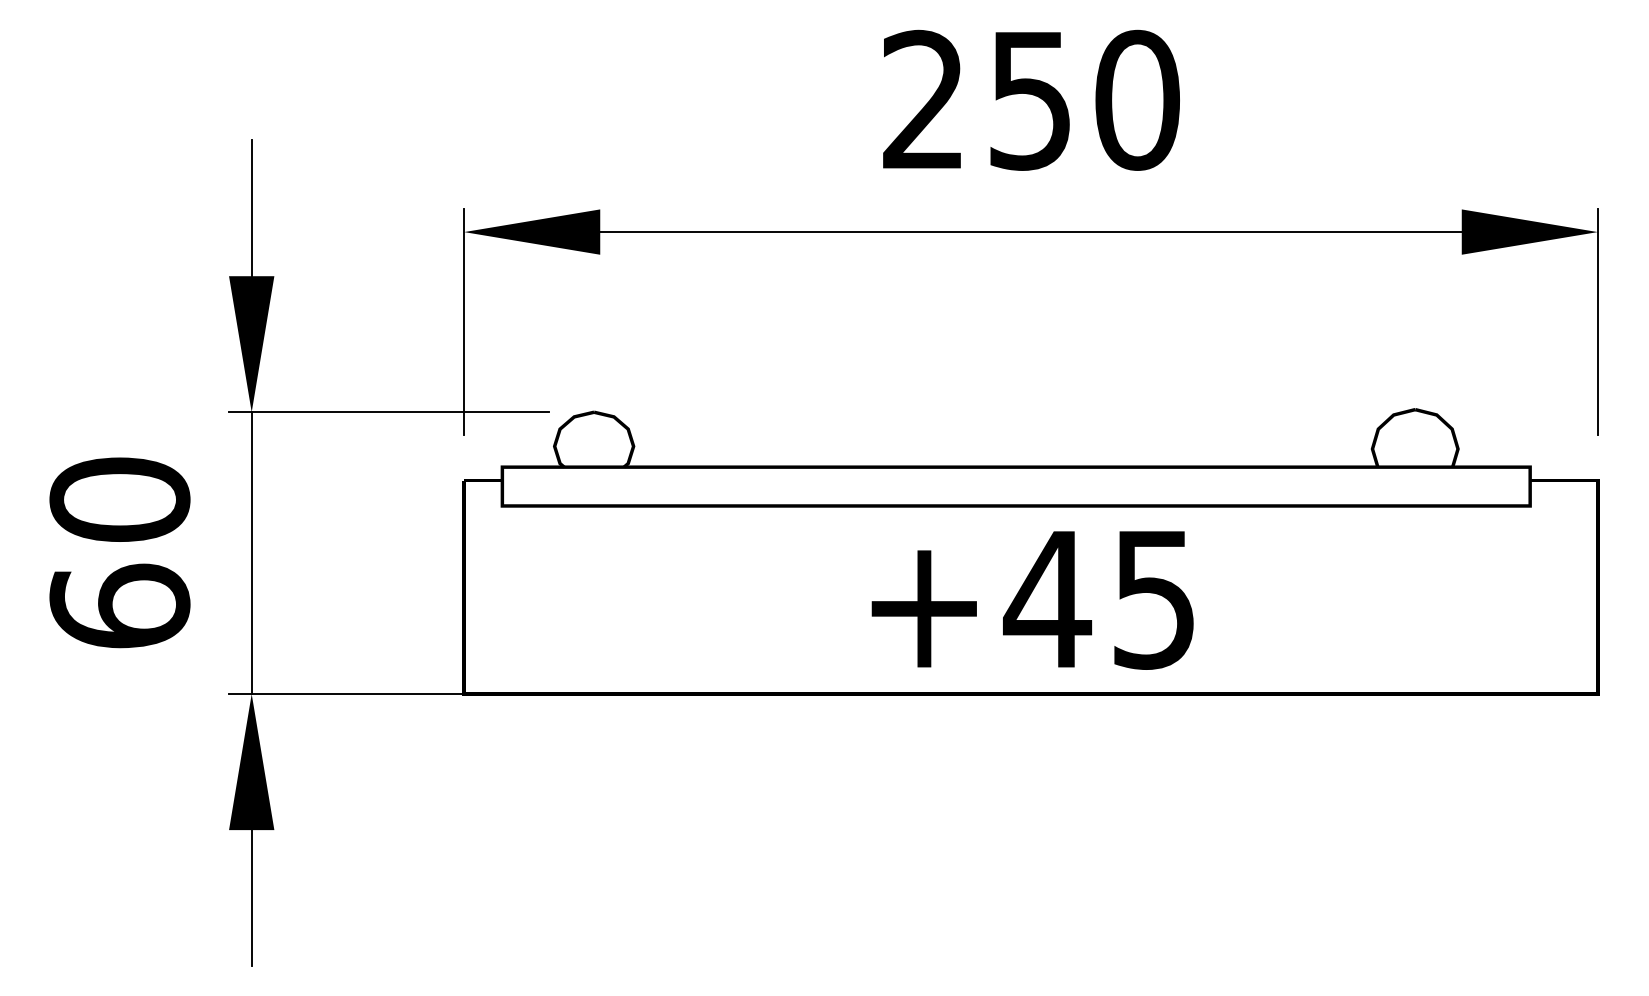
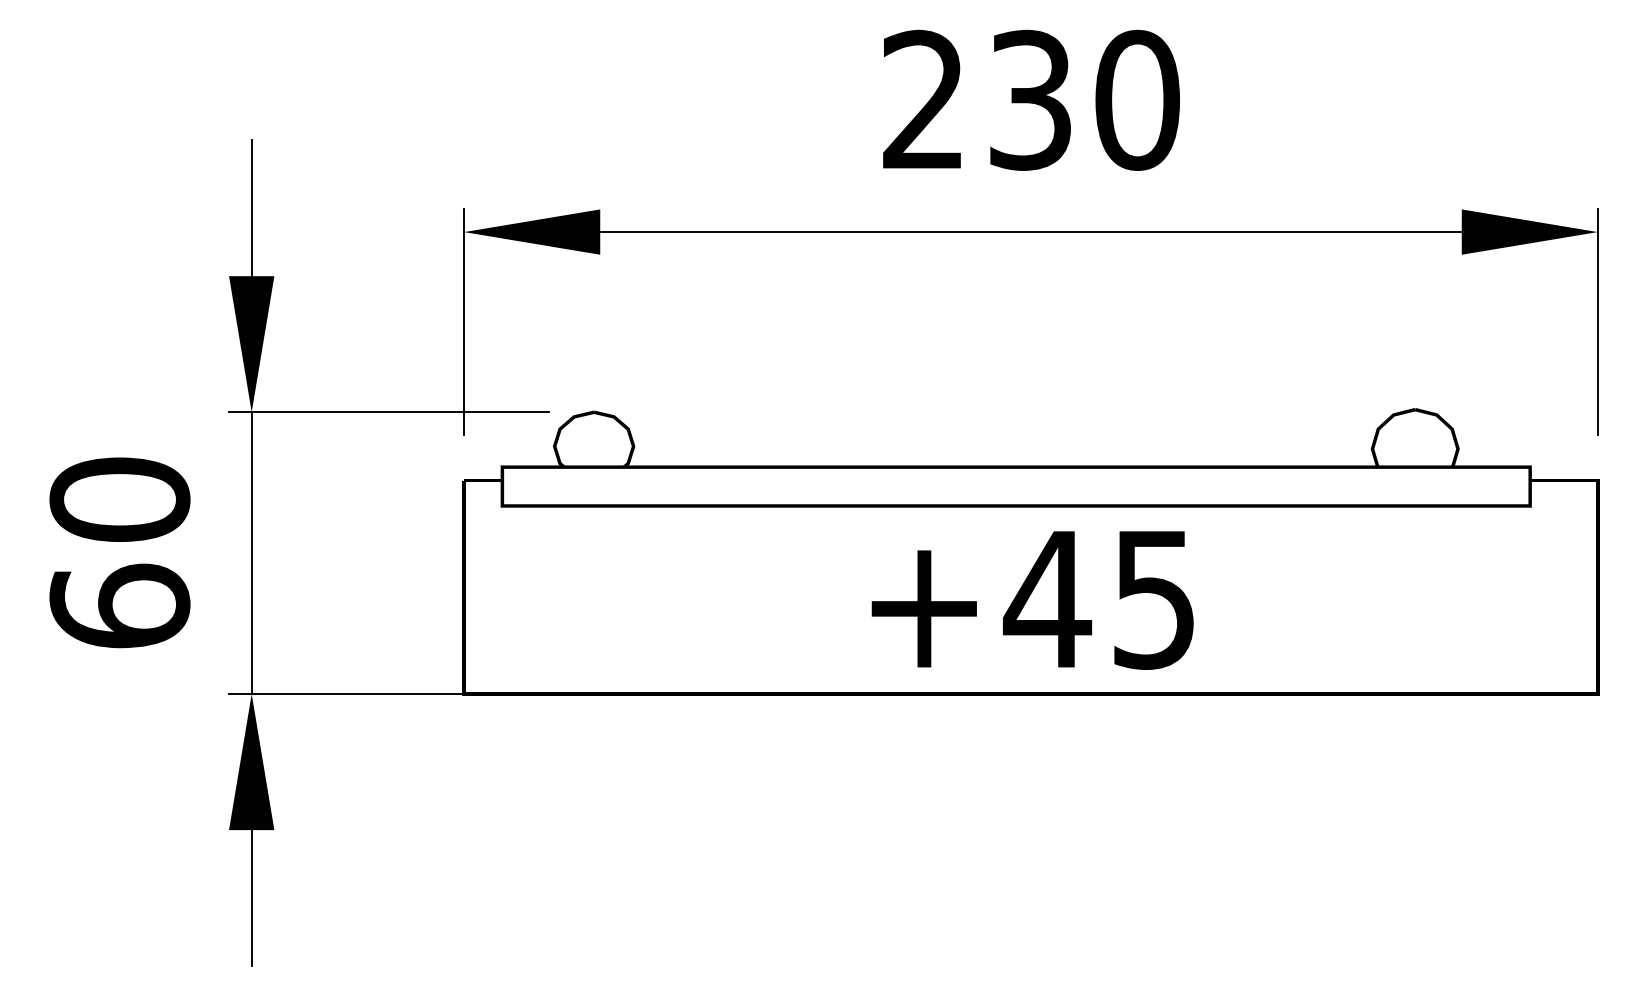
text at (1030, 99): 250 -> 230
